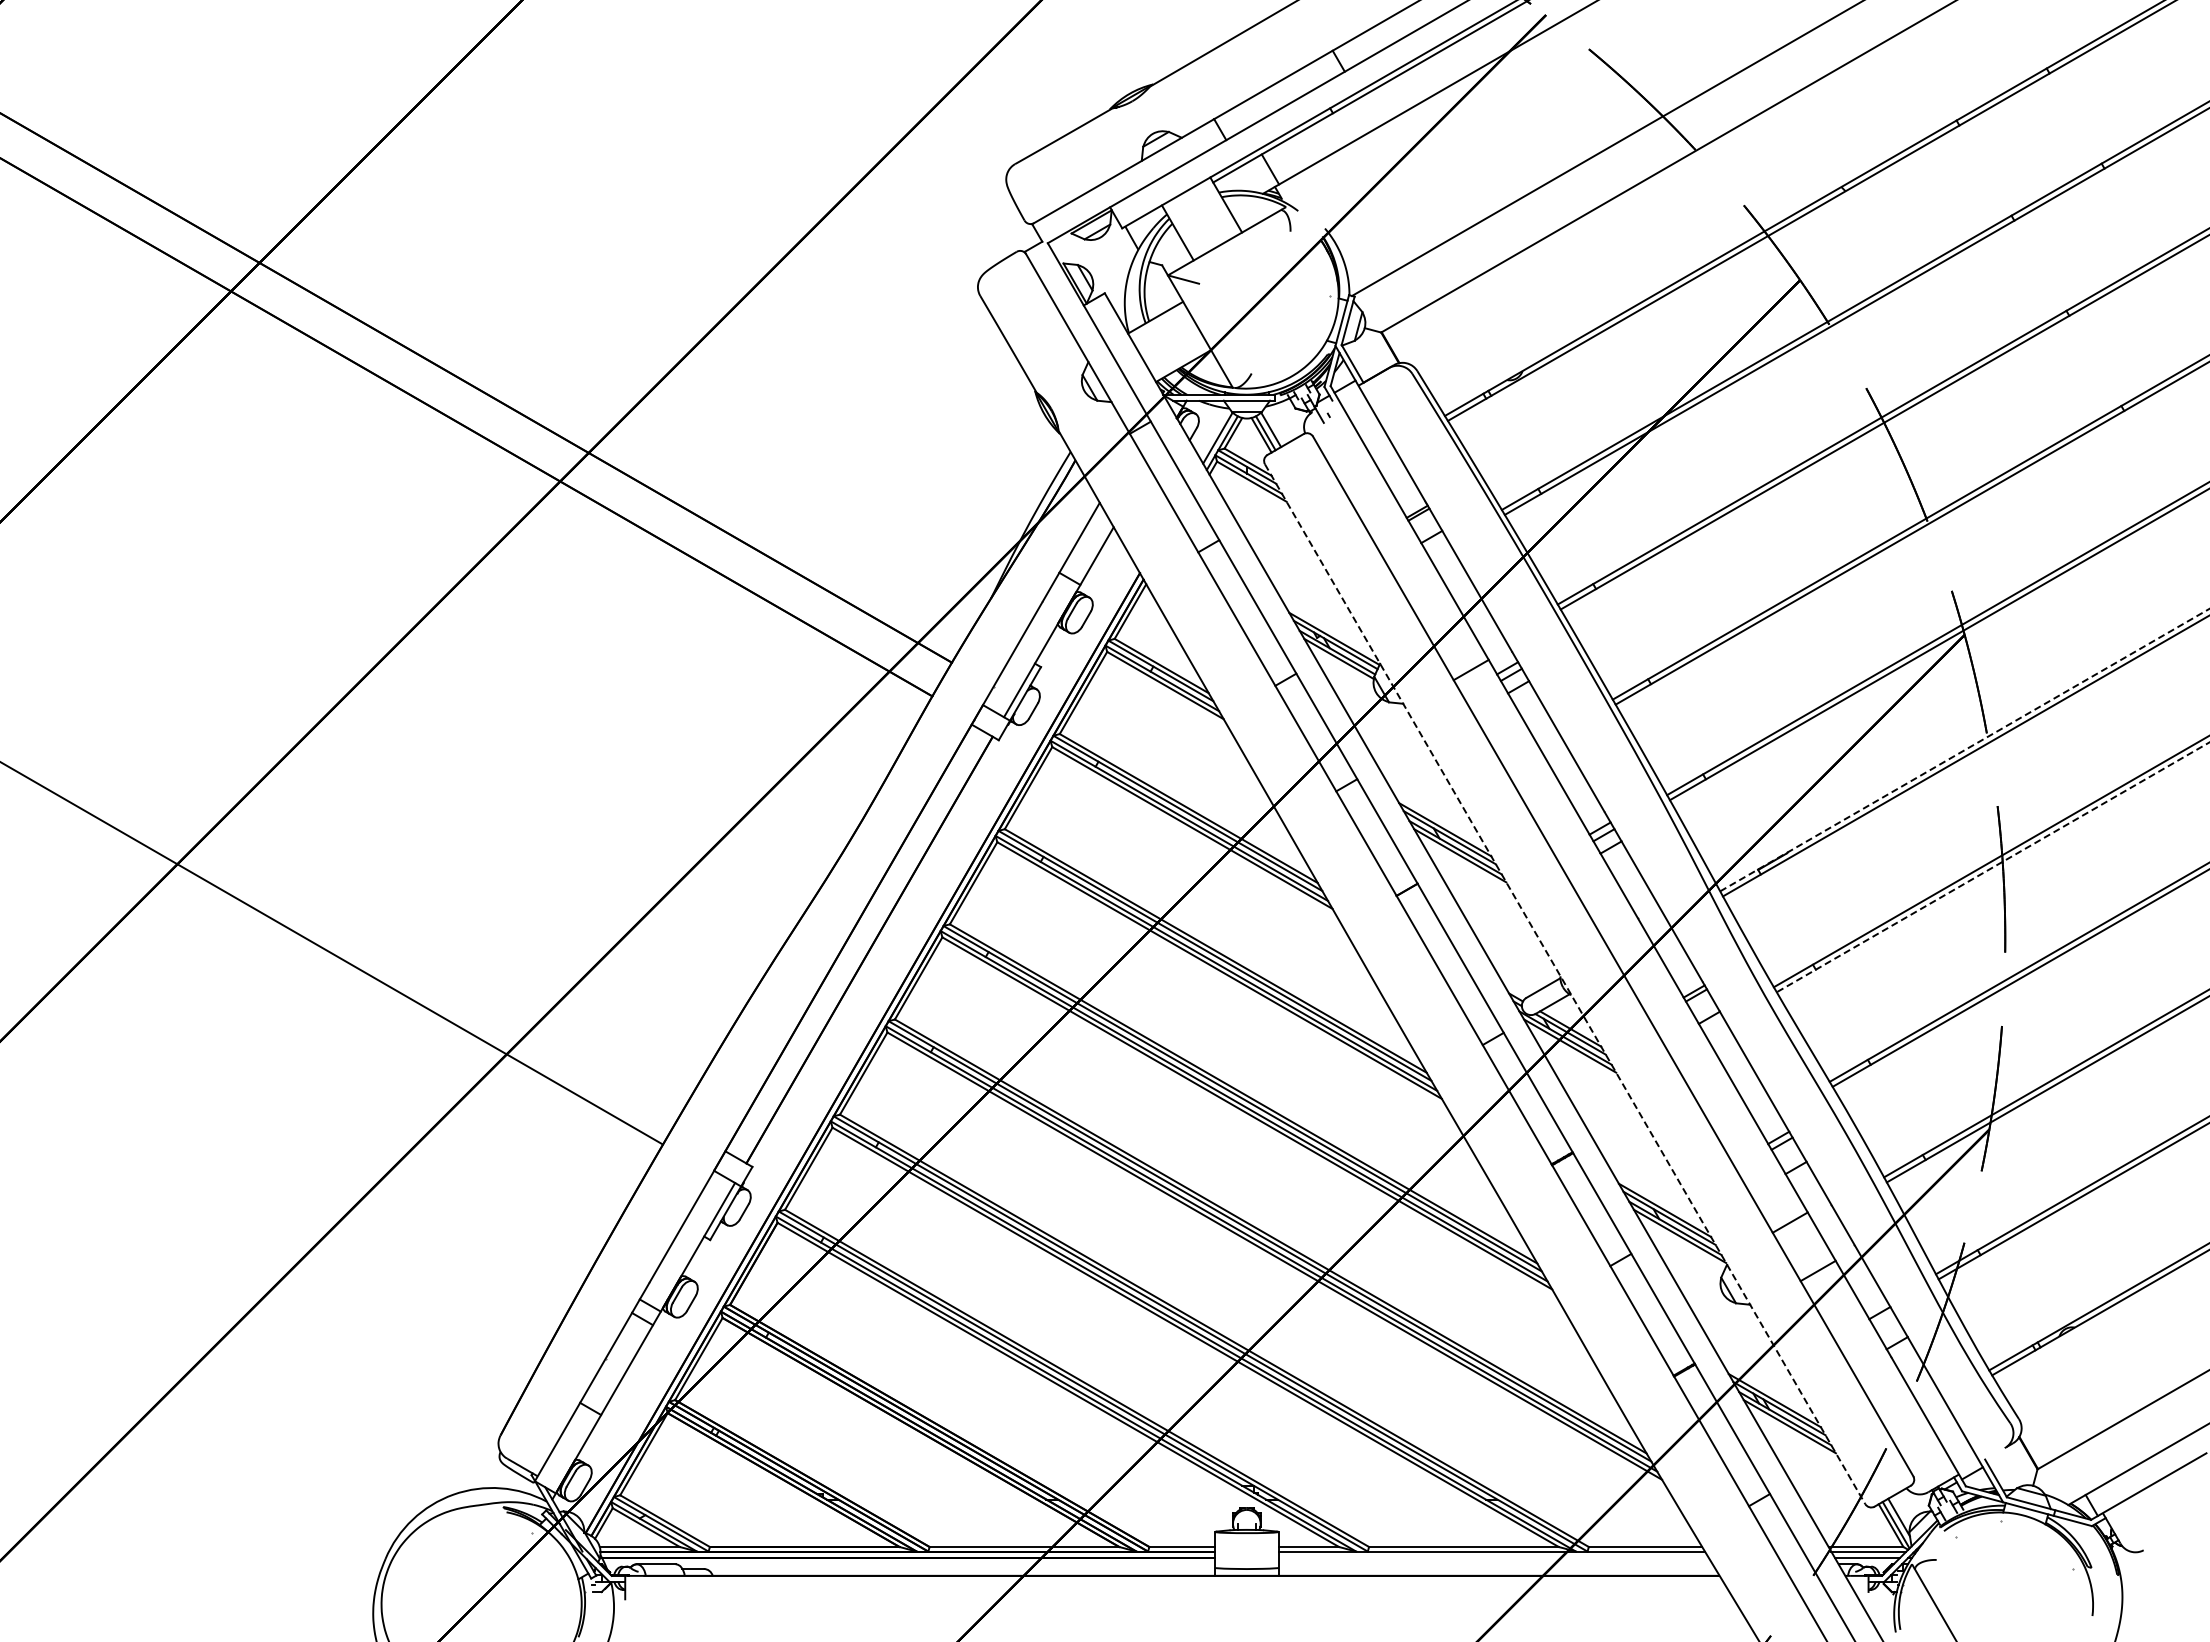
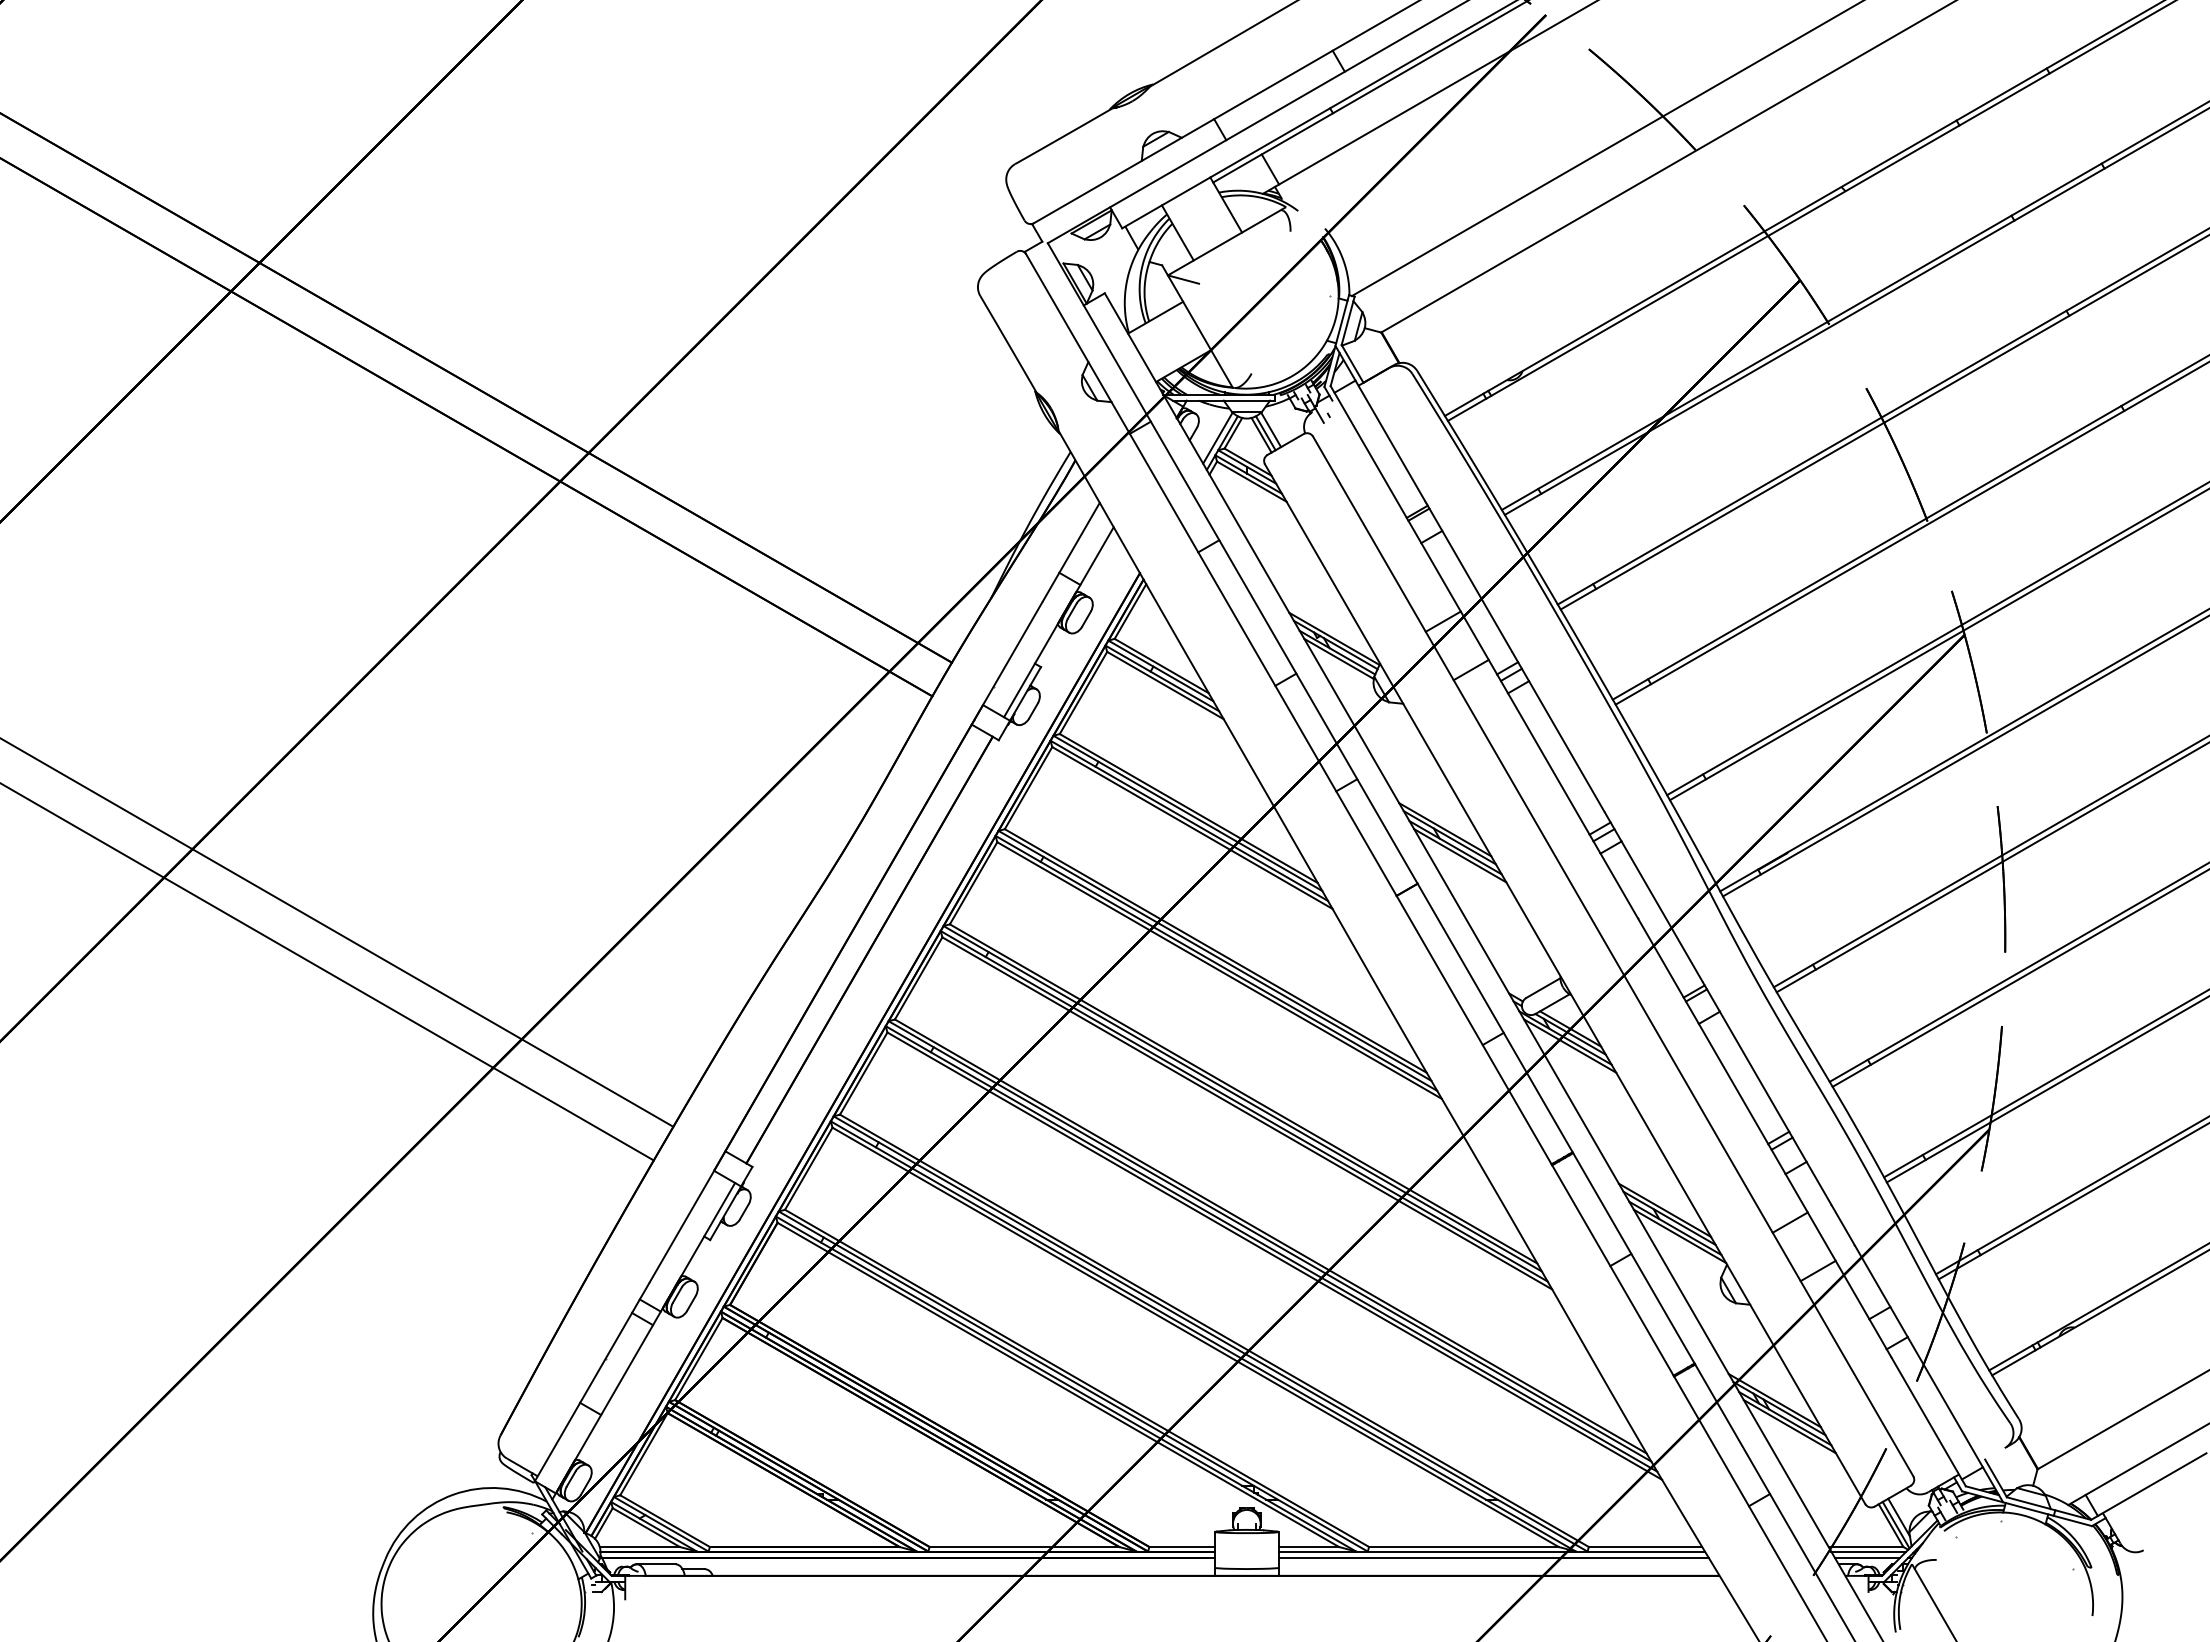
line at (1442, 621): none -> present
line at (1965, 749): dashed -> solid
line at (1993, 867): dashed -> solid
line at (337, 932): none -> present
line at (332, 953) position: (332, 953) -> (327, 972)
line at (1565, 984): dashed -> solid
line at (1493, 1557): none -> present
